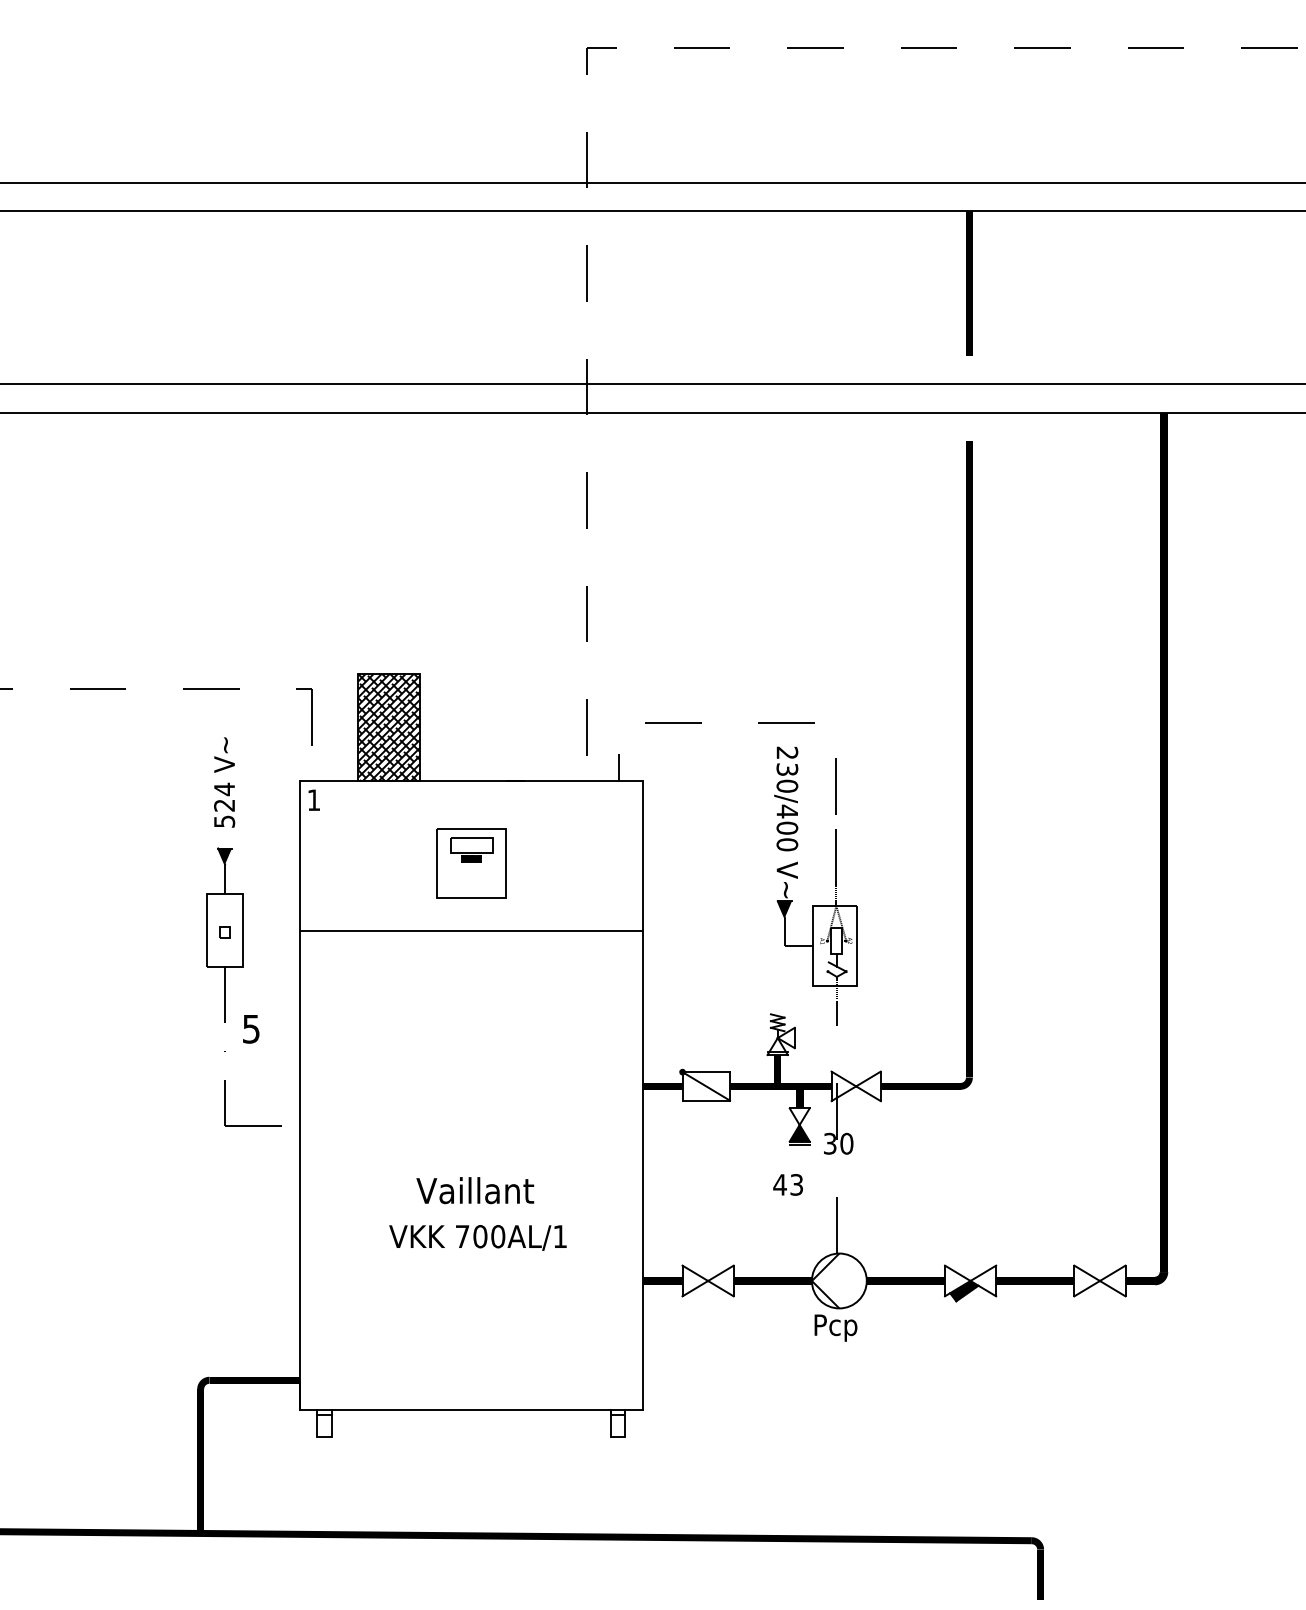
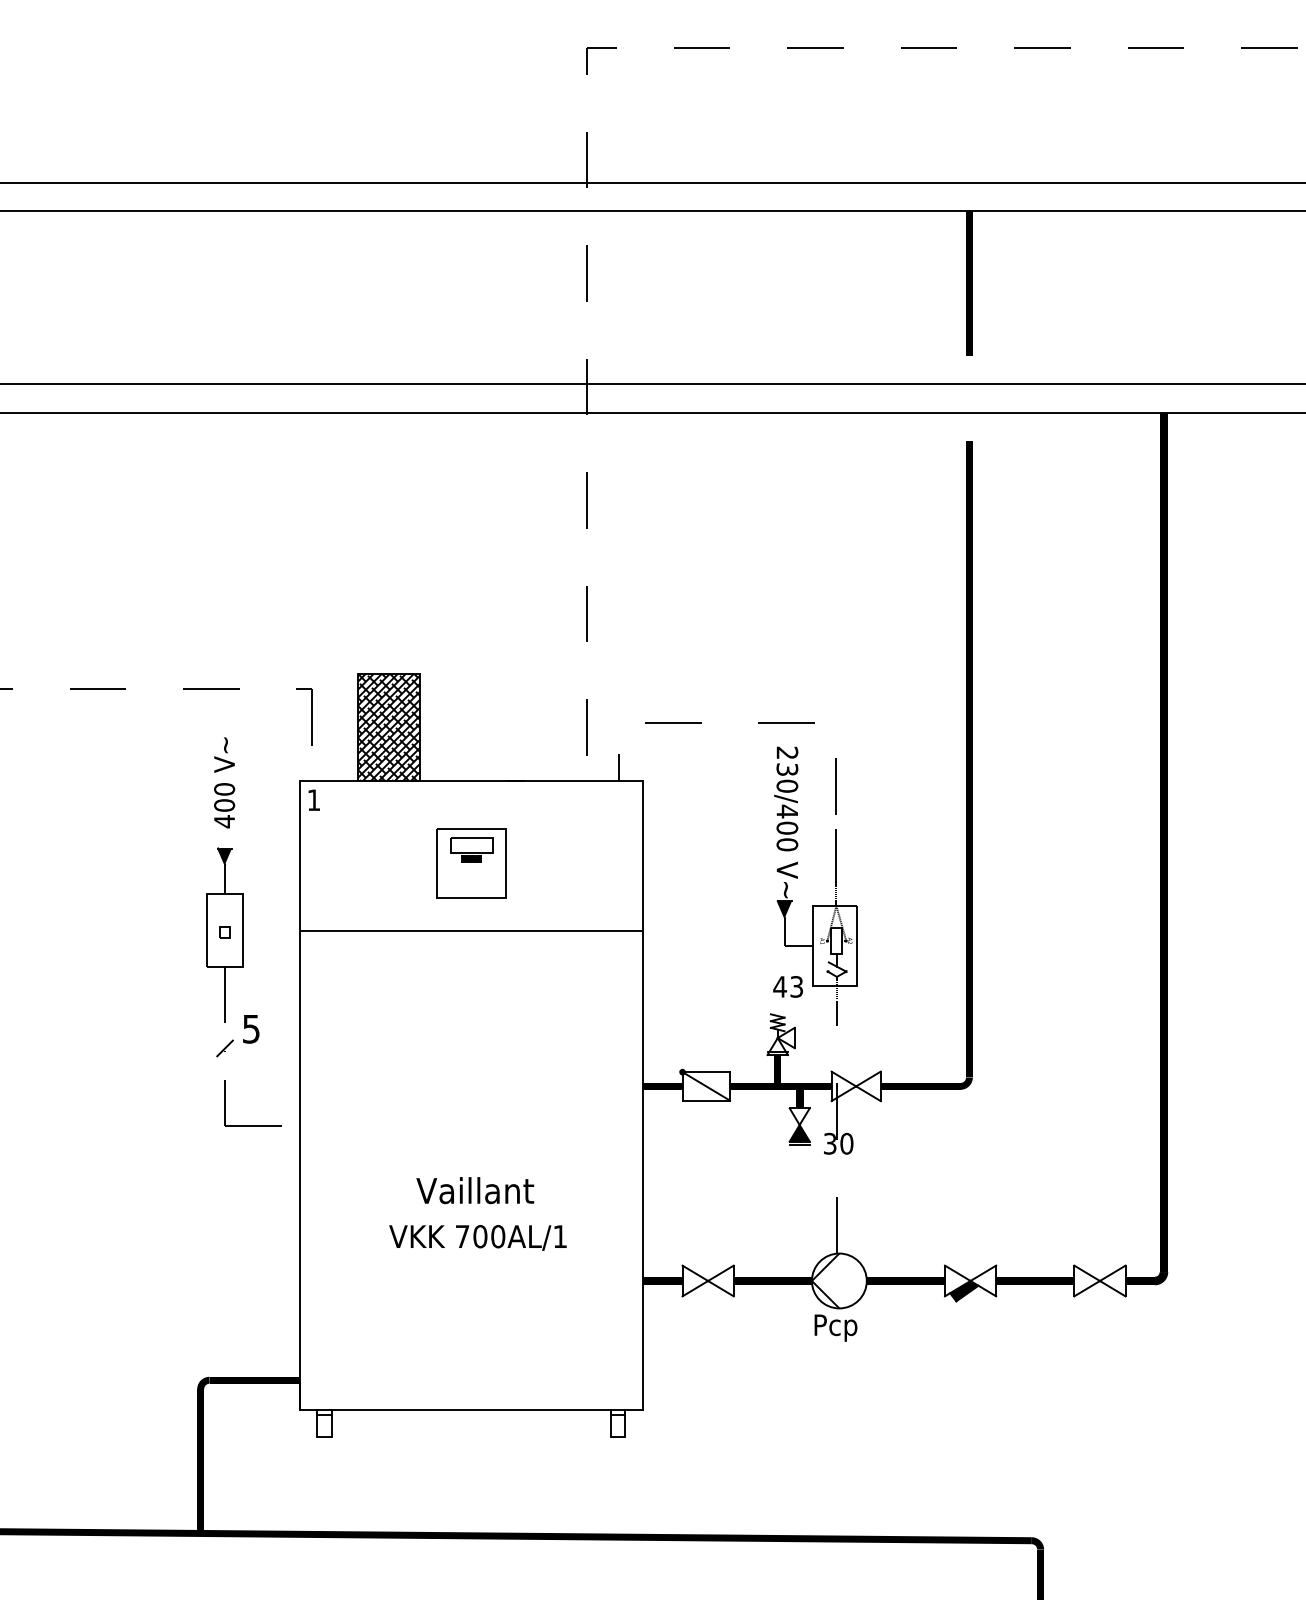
text at (224, 805): 524 -> 400
line at (224, 1047): none -> present
text at (787, 1184) position: (787, 1184) -> (787, 986)
